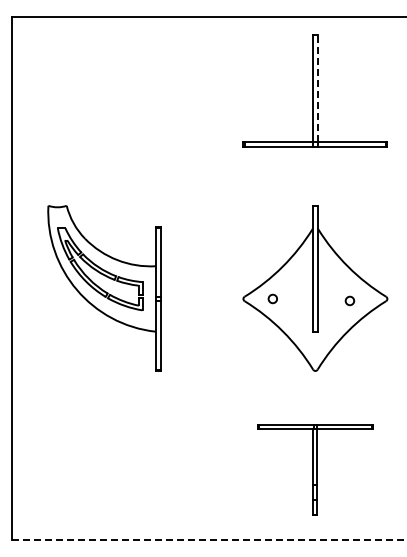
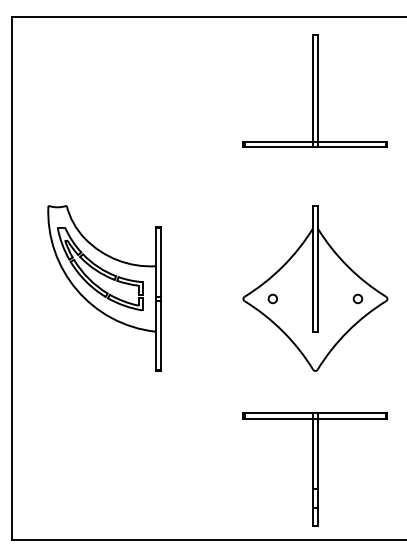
line at (318, 88): dashed -> solid
circle at (349, 300) position: (349, 300) -> (357, 298)
part at (315, 469) size: 117x92 px -> 146x115 px
line at (209, 540): dashed -> solid
